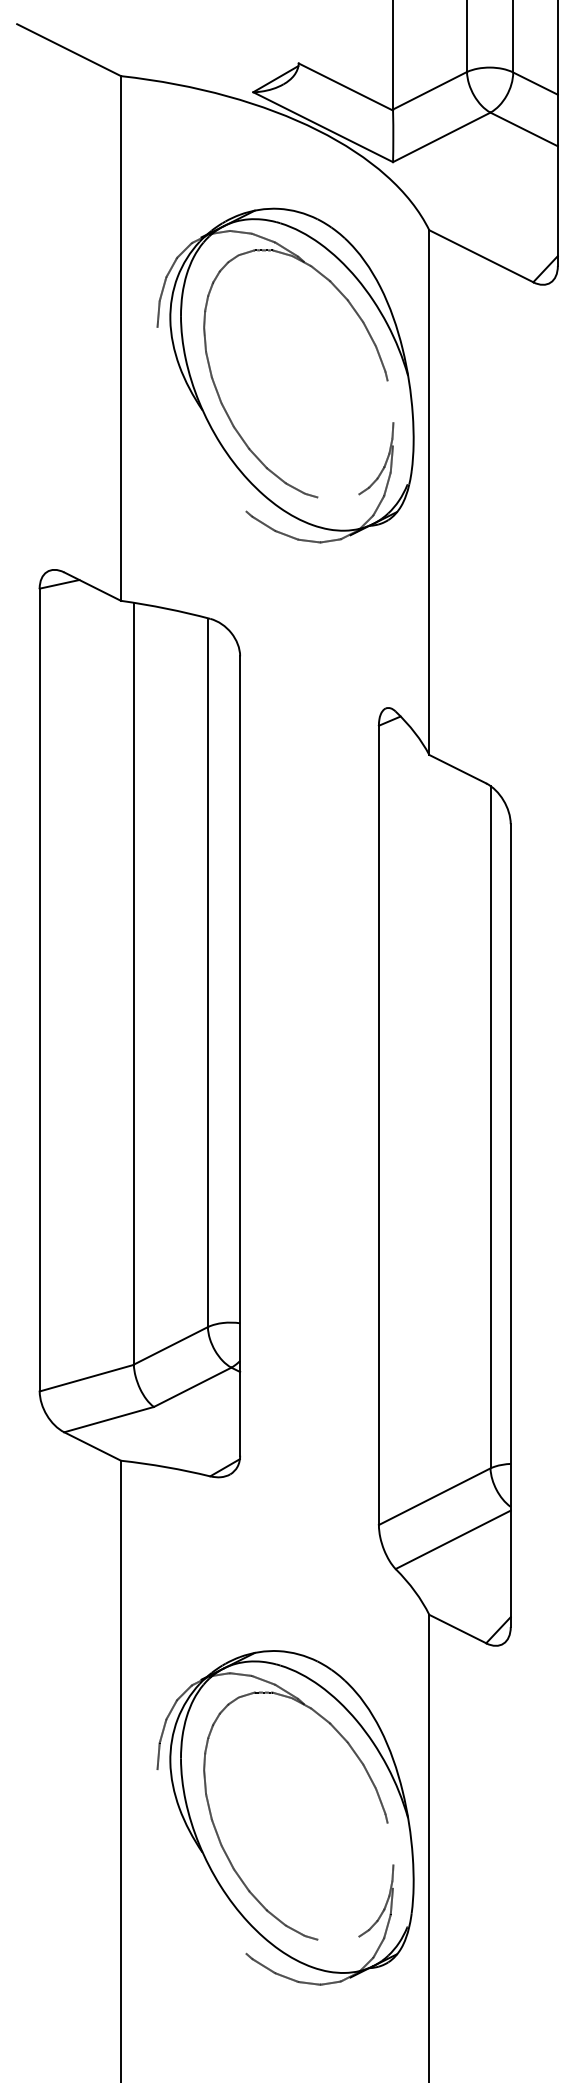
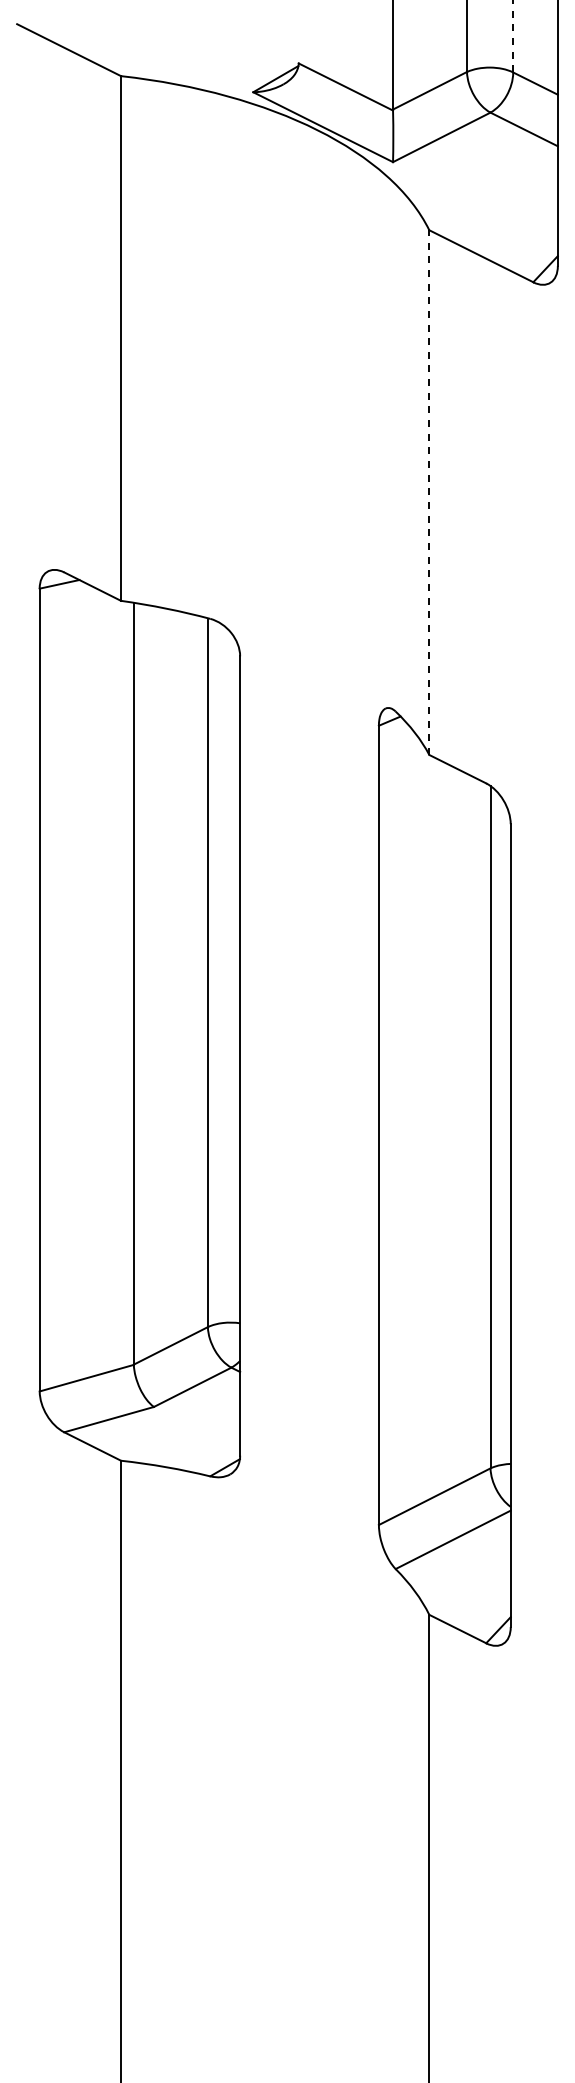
line at (513, 36): solid -> dashed
part at (285, 375): present -> none
line at (429, 492): solid -> dashed
part at (285, 1817): present -> none
